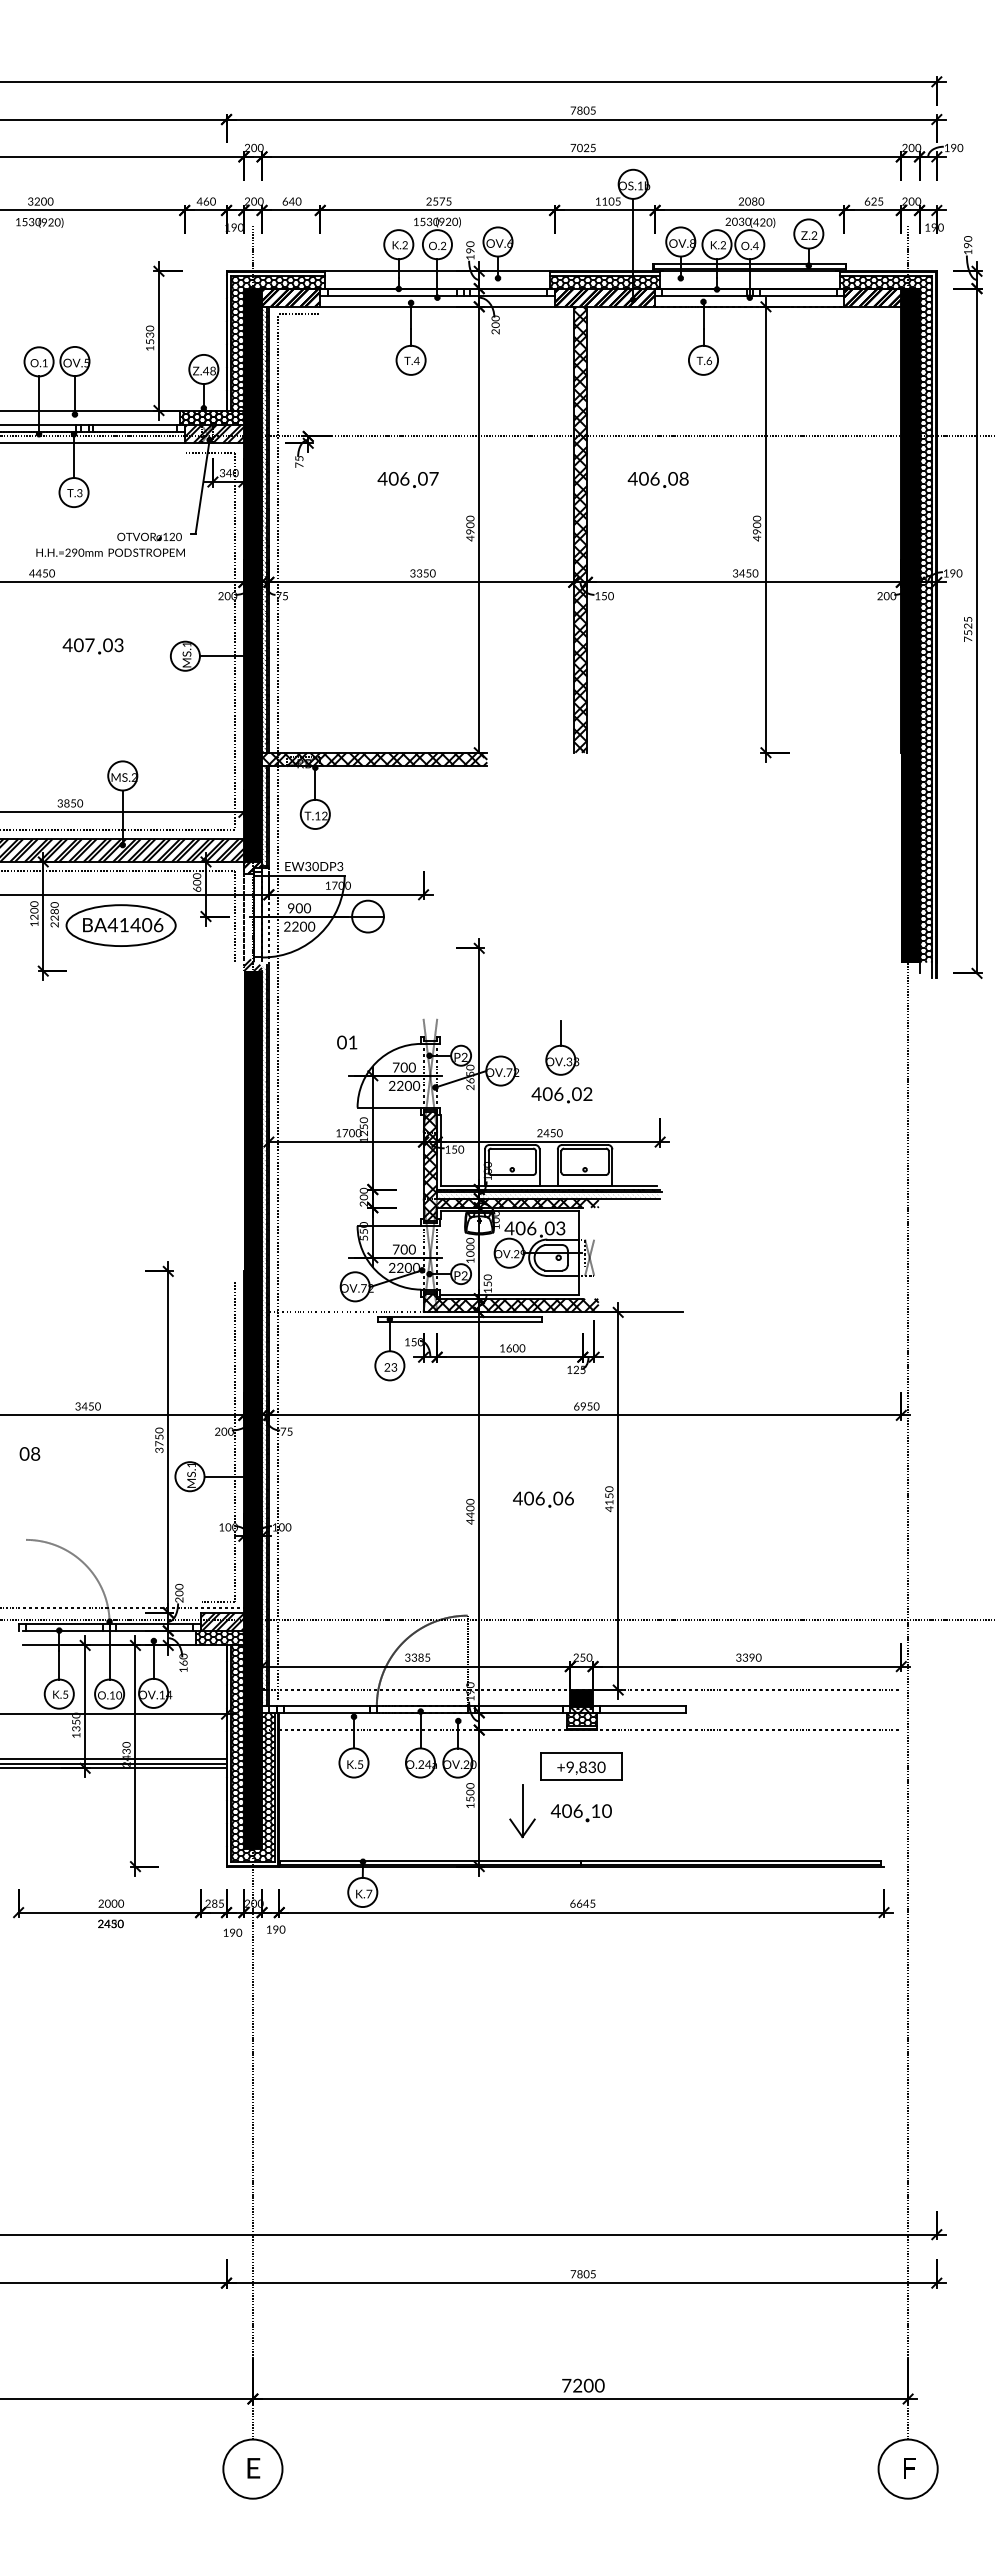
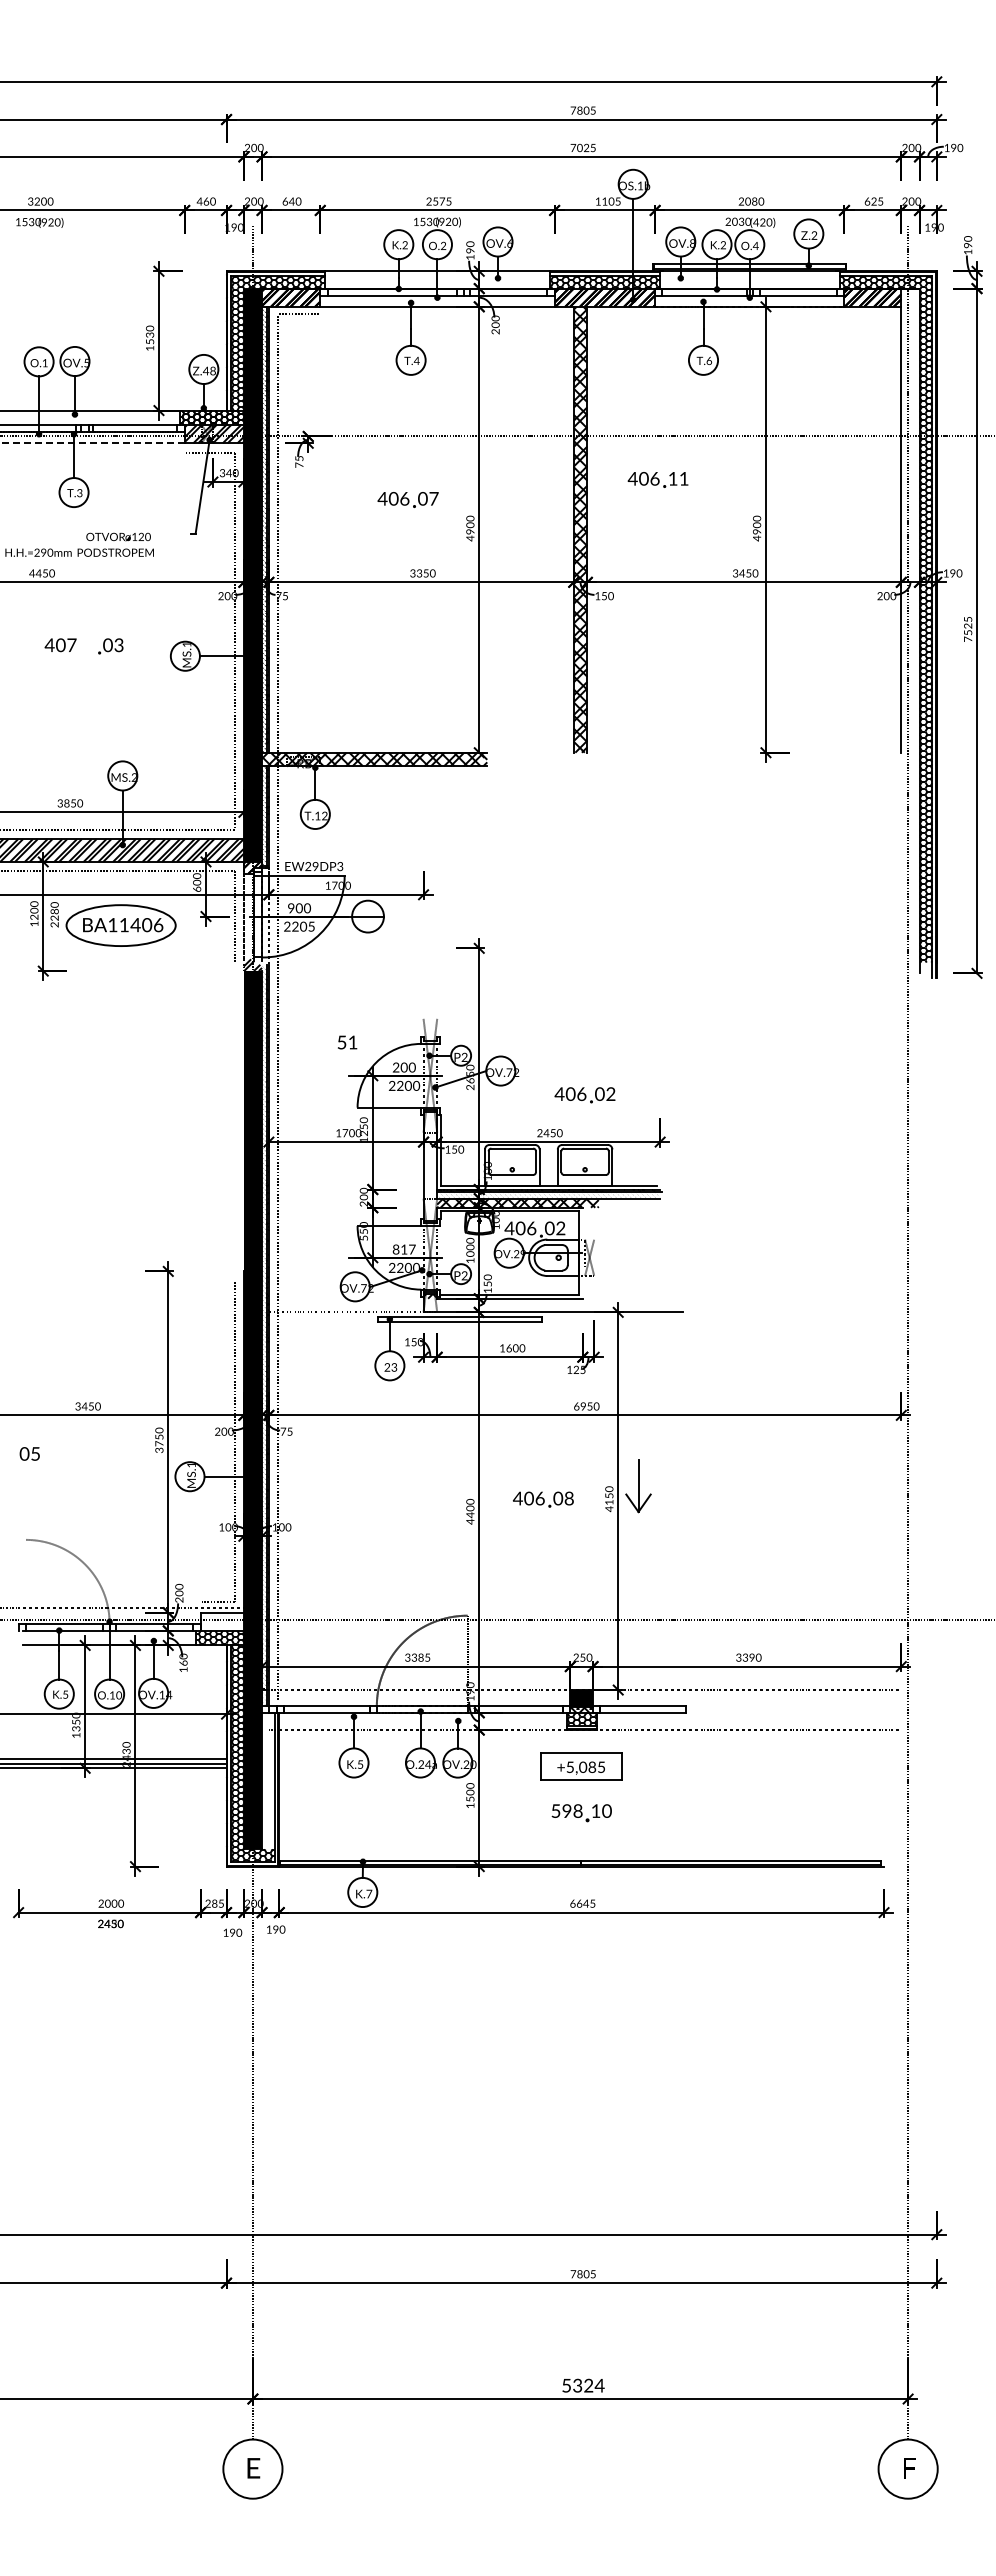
line at (91, 443): solid -> dashed
text at (678, 478): 08 -> 11
text at (407, 479) position: (407, 479) -> (407, 499)
text at (110, 544) position: (110, 544) -> (79, 544)
fill at (910, 625): present -> none
text at (78, 645) position: (78, 645) -> (60, 645)
text at (311, 867): EW30DP3 -> EW29DP3
text at (112, 925): BA41406 -> BA11406
text at (311, 926): 2200 -> 2205
text at (341, 1042): 01 -> 51
part at (562, 1047): present -> none
text at (395, 1067): 700 -> 200
text at (561, 1095) position: (561, 1095) -> (584, 1095)
hatch at (430, 1166): present -> none
text at (560, 1230): 03 -> 02
text at (403, 1249): 700 -> 817
hatch at (510, 1305): present -> none
text at (35, 1453): 08 -> 05
text at (568, 1497): 06 -> 08
hatch at (221, 1621): present -> none
text at (585, 1767): +9,830 -> +5,085
hatch at (268, 1780): present -> none
text at (566, 1810): 406 -> 598
part at (522, 1811) position: (522, 1811) -> (638, 1486)
text at (583, 2385): 7200 -> 5324
